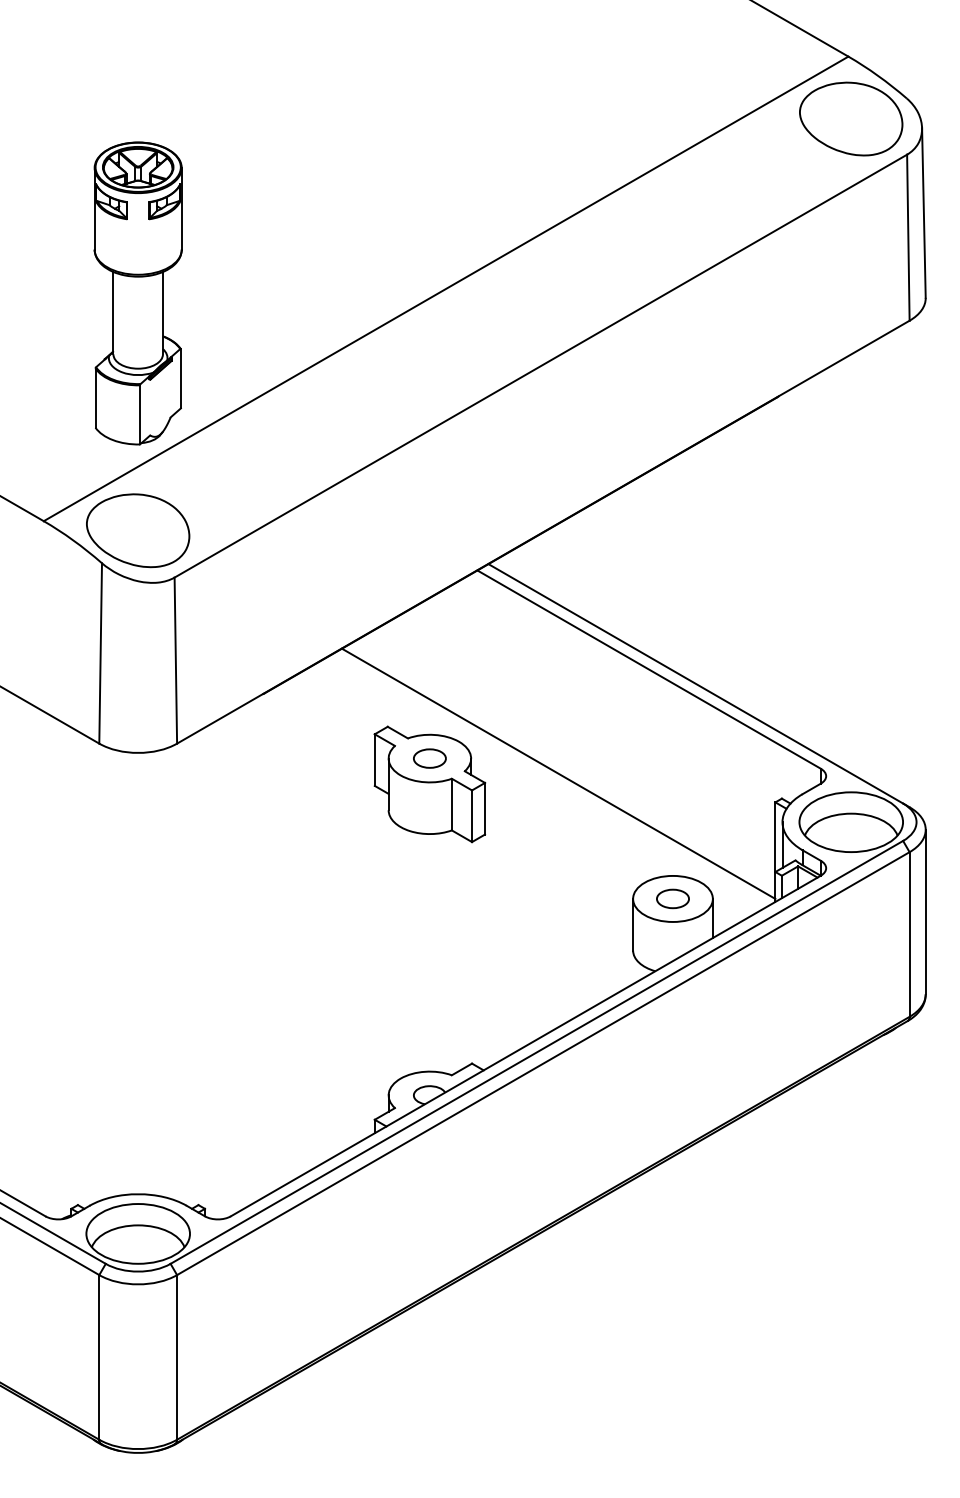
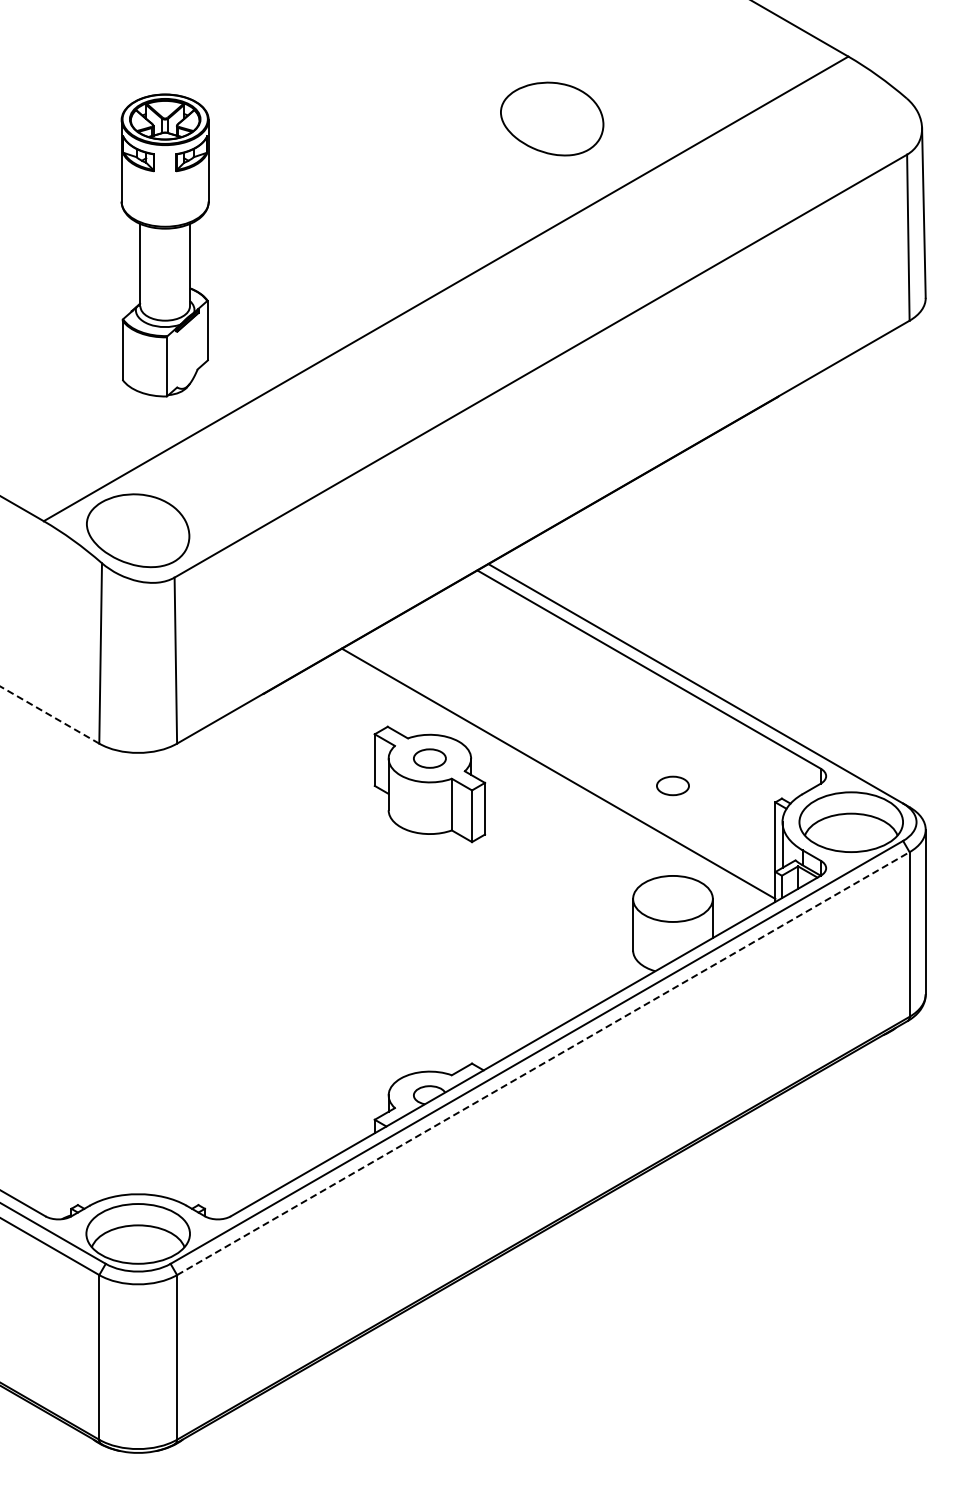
part at (851, 118) position: (851, 118) -> (552, 118)
part at (137, 293) position: (137, 293) -> (164, 245)
line at (49, 715): solid -> dashed
part at (672, 898) position: (672, 898) -> (672, 785)
line at (543, 1063): solid -> dashed
